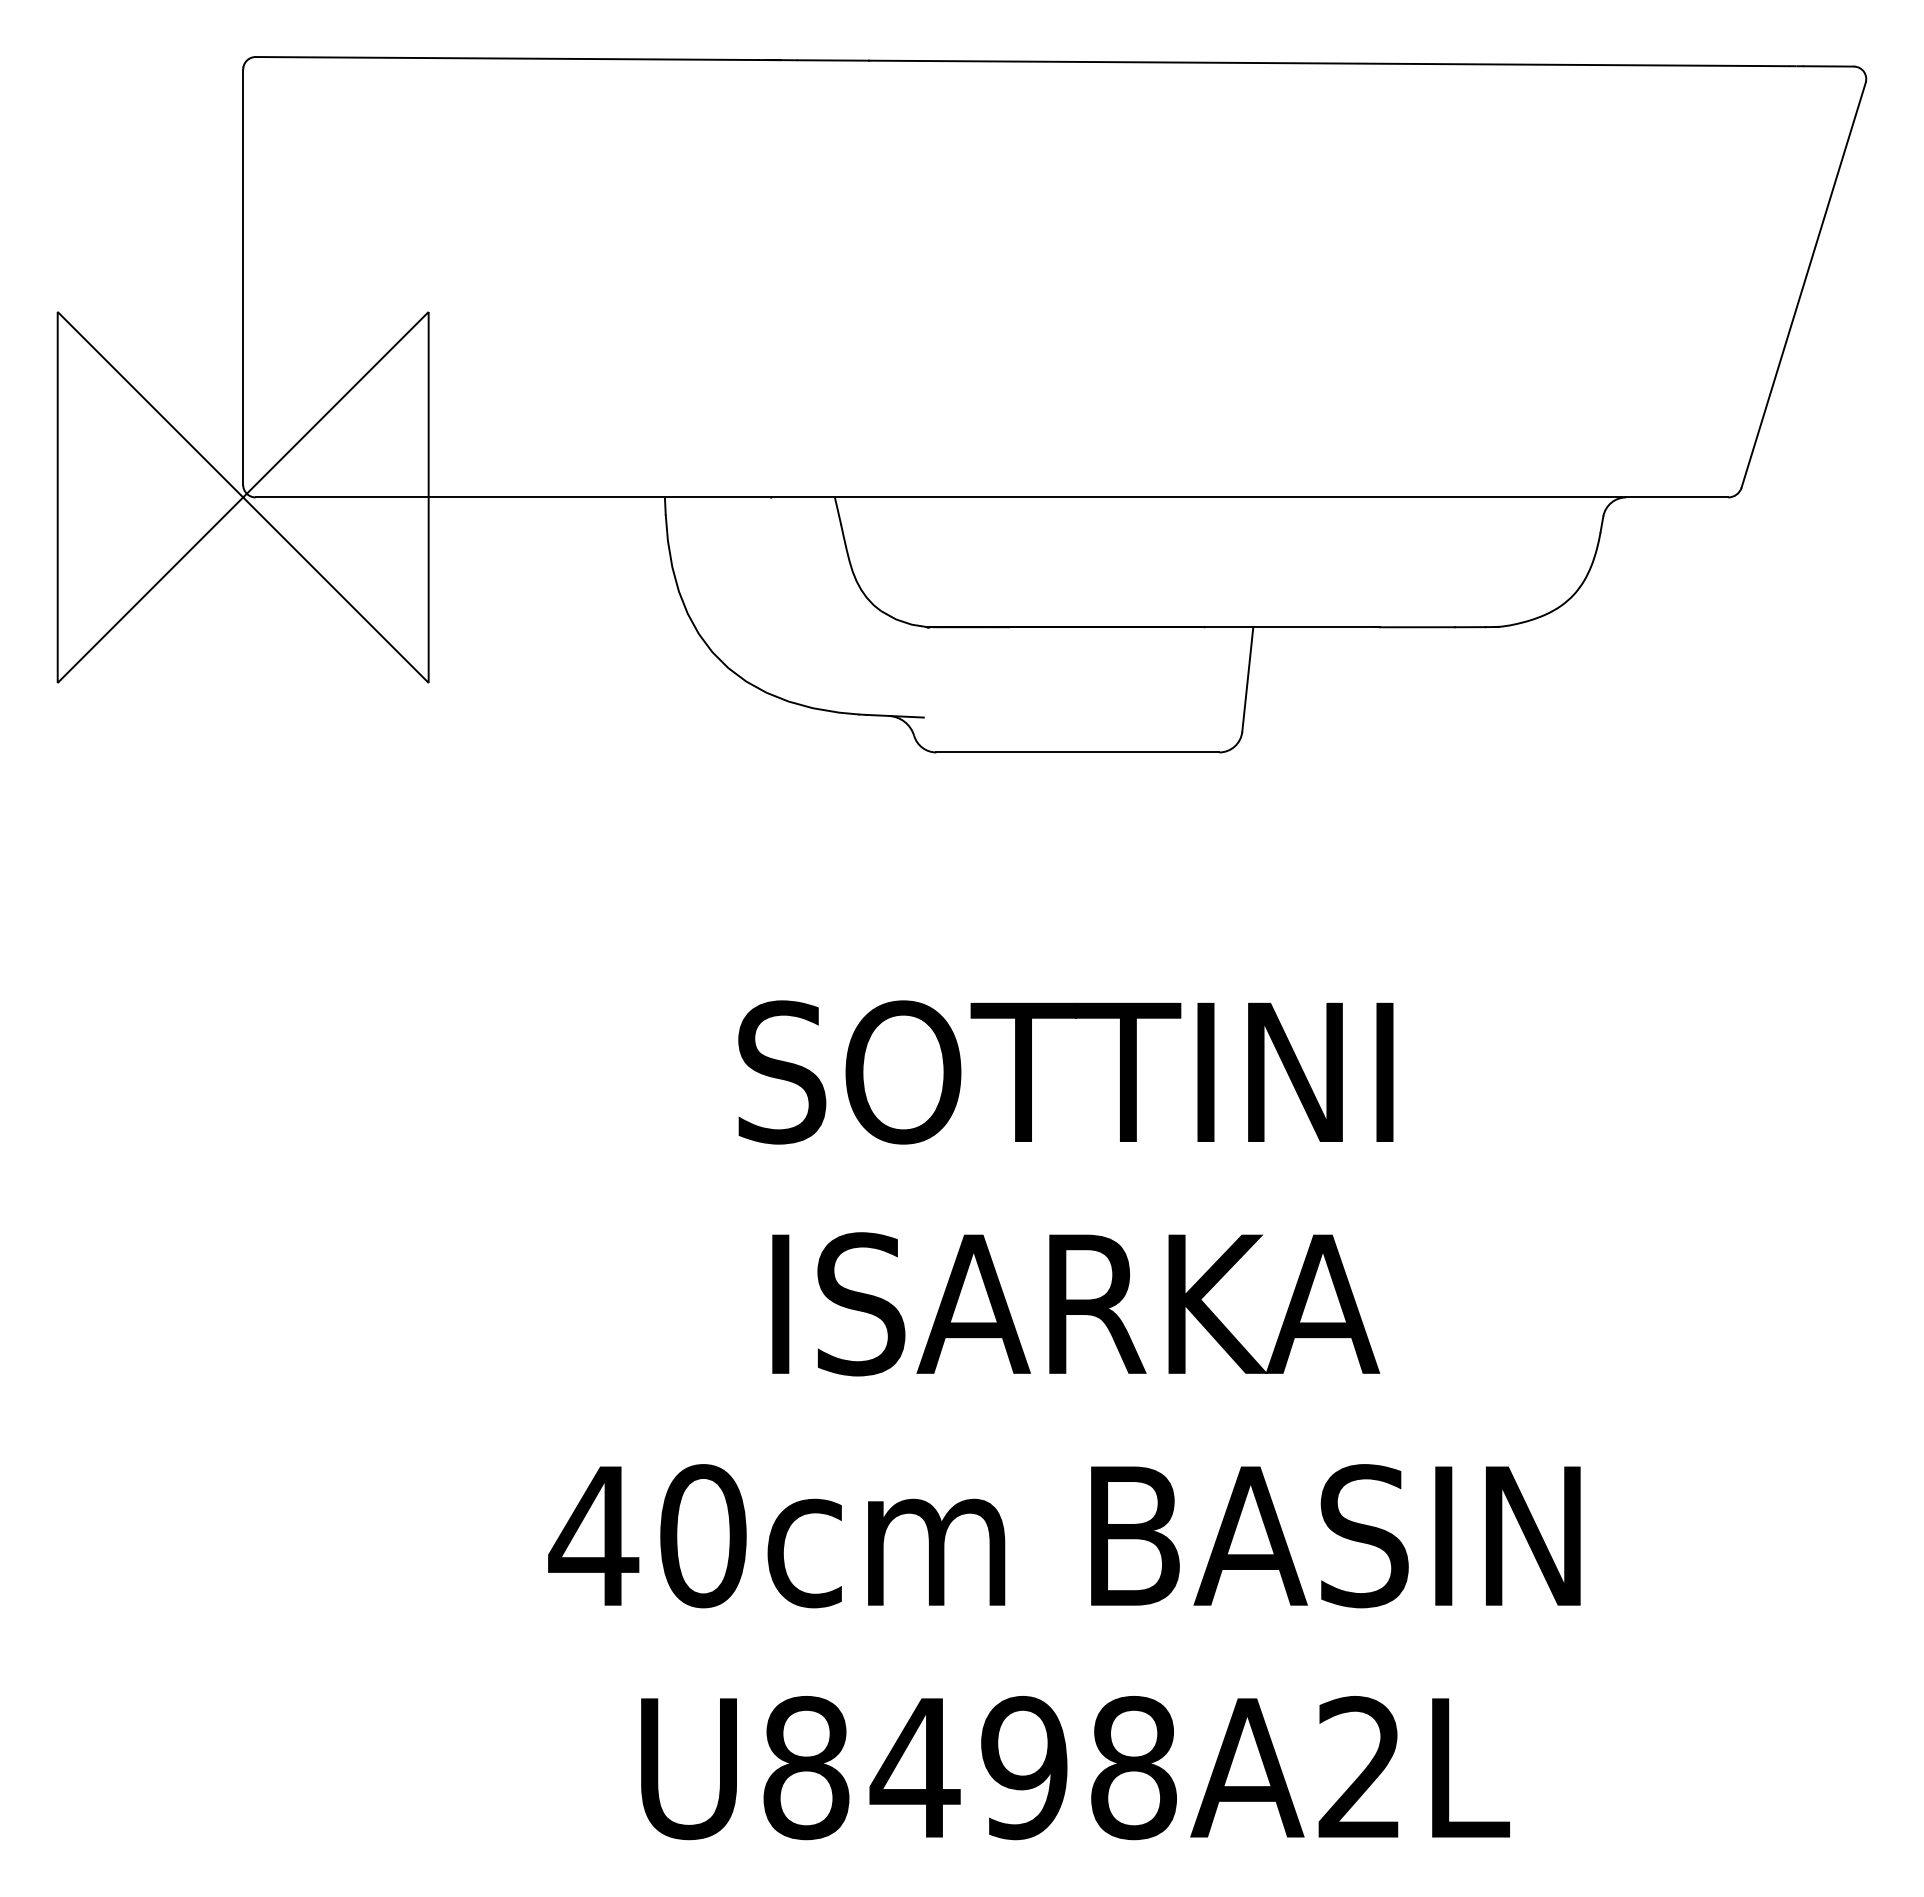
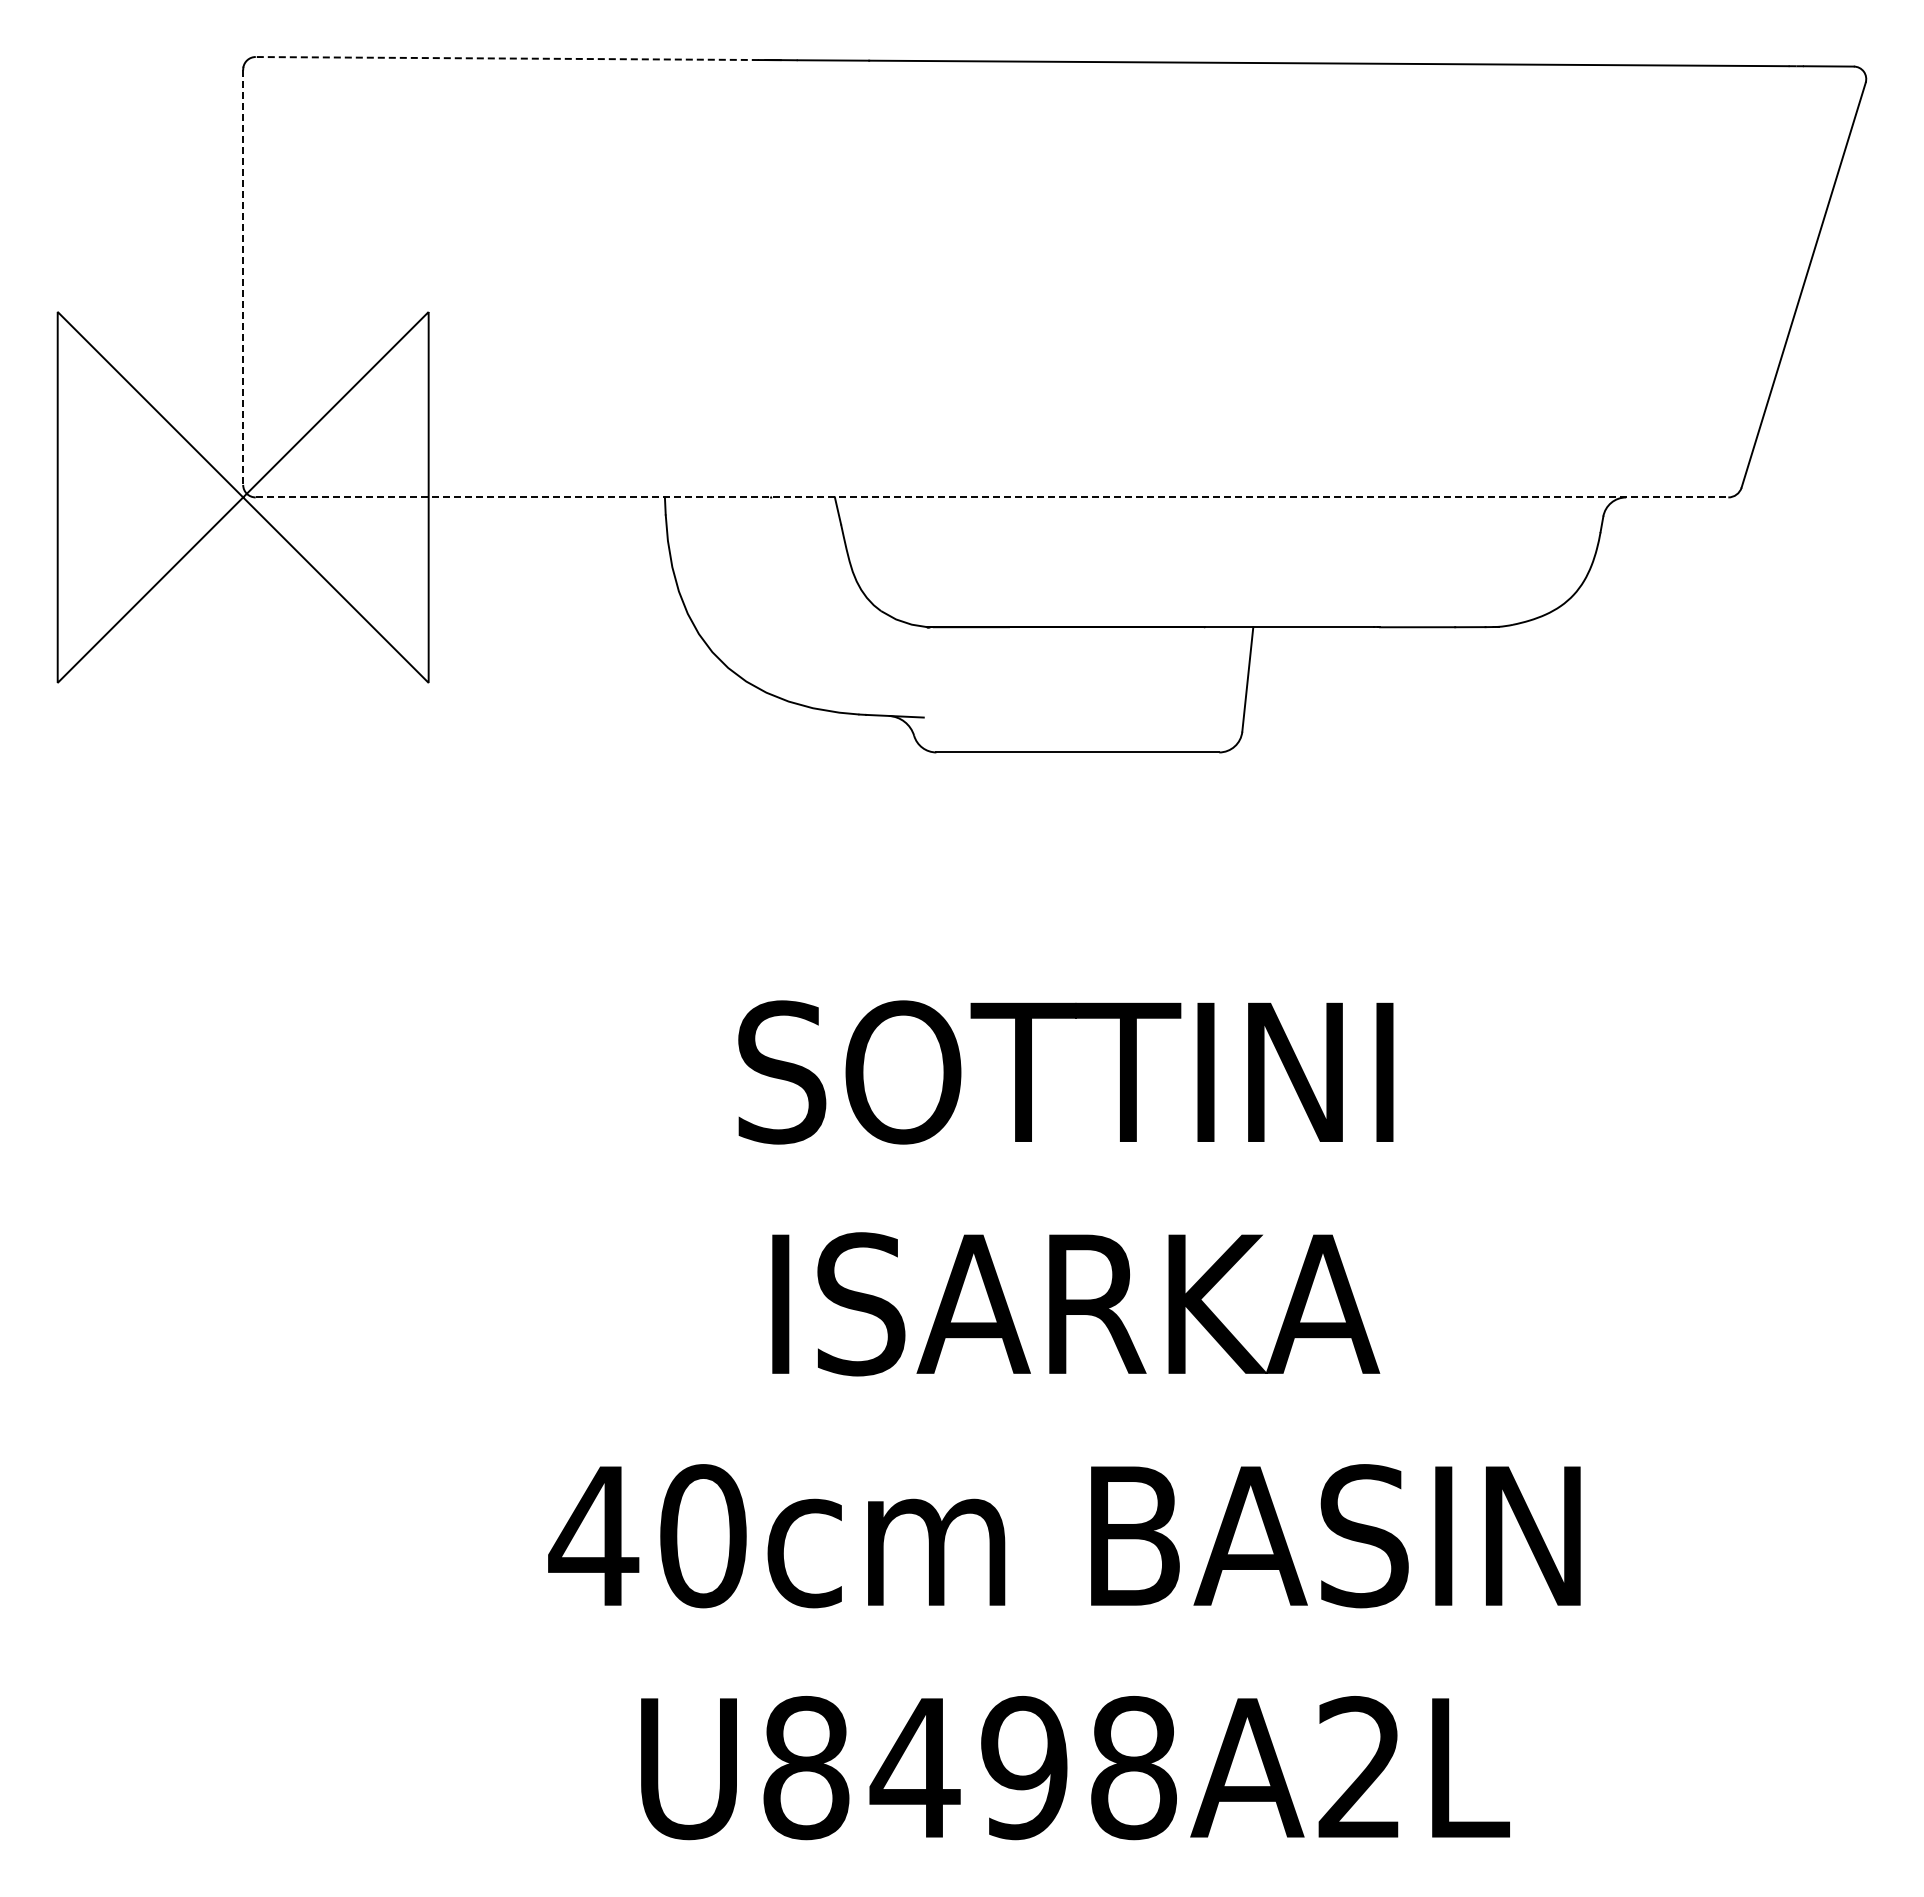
line at (507, 58): solid -> dashed
line at (243, 277): solid -> dashed
line at (992, 497): solid -> dashed
